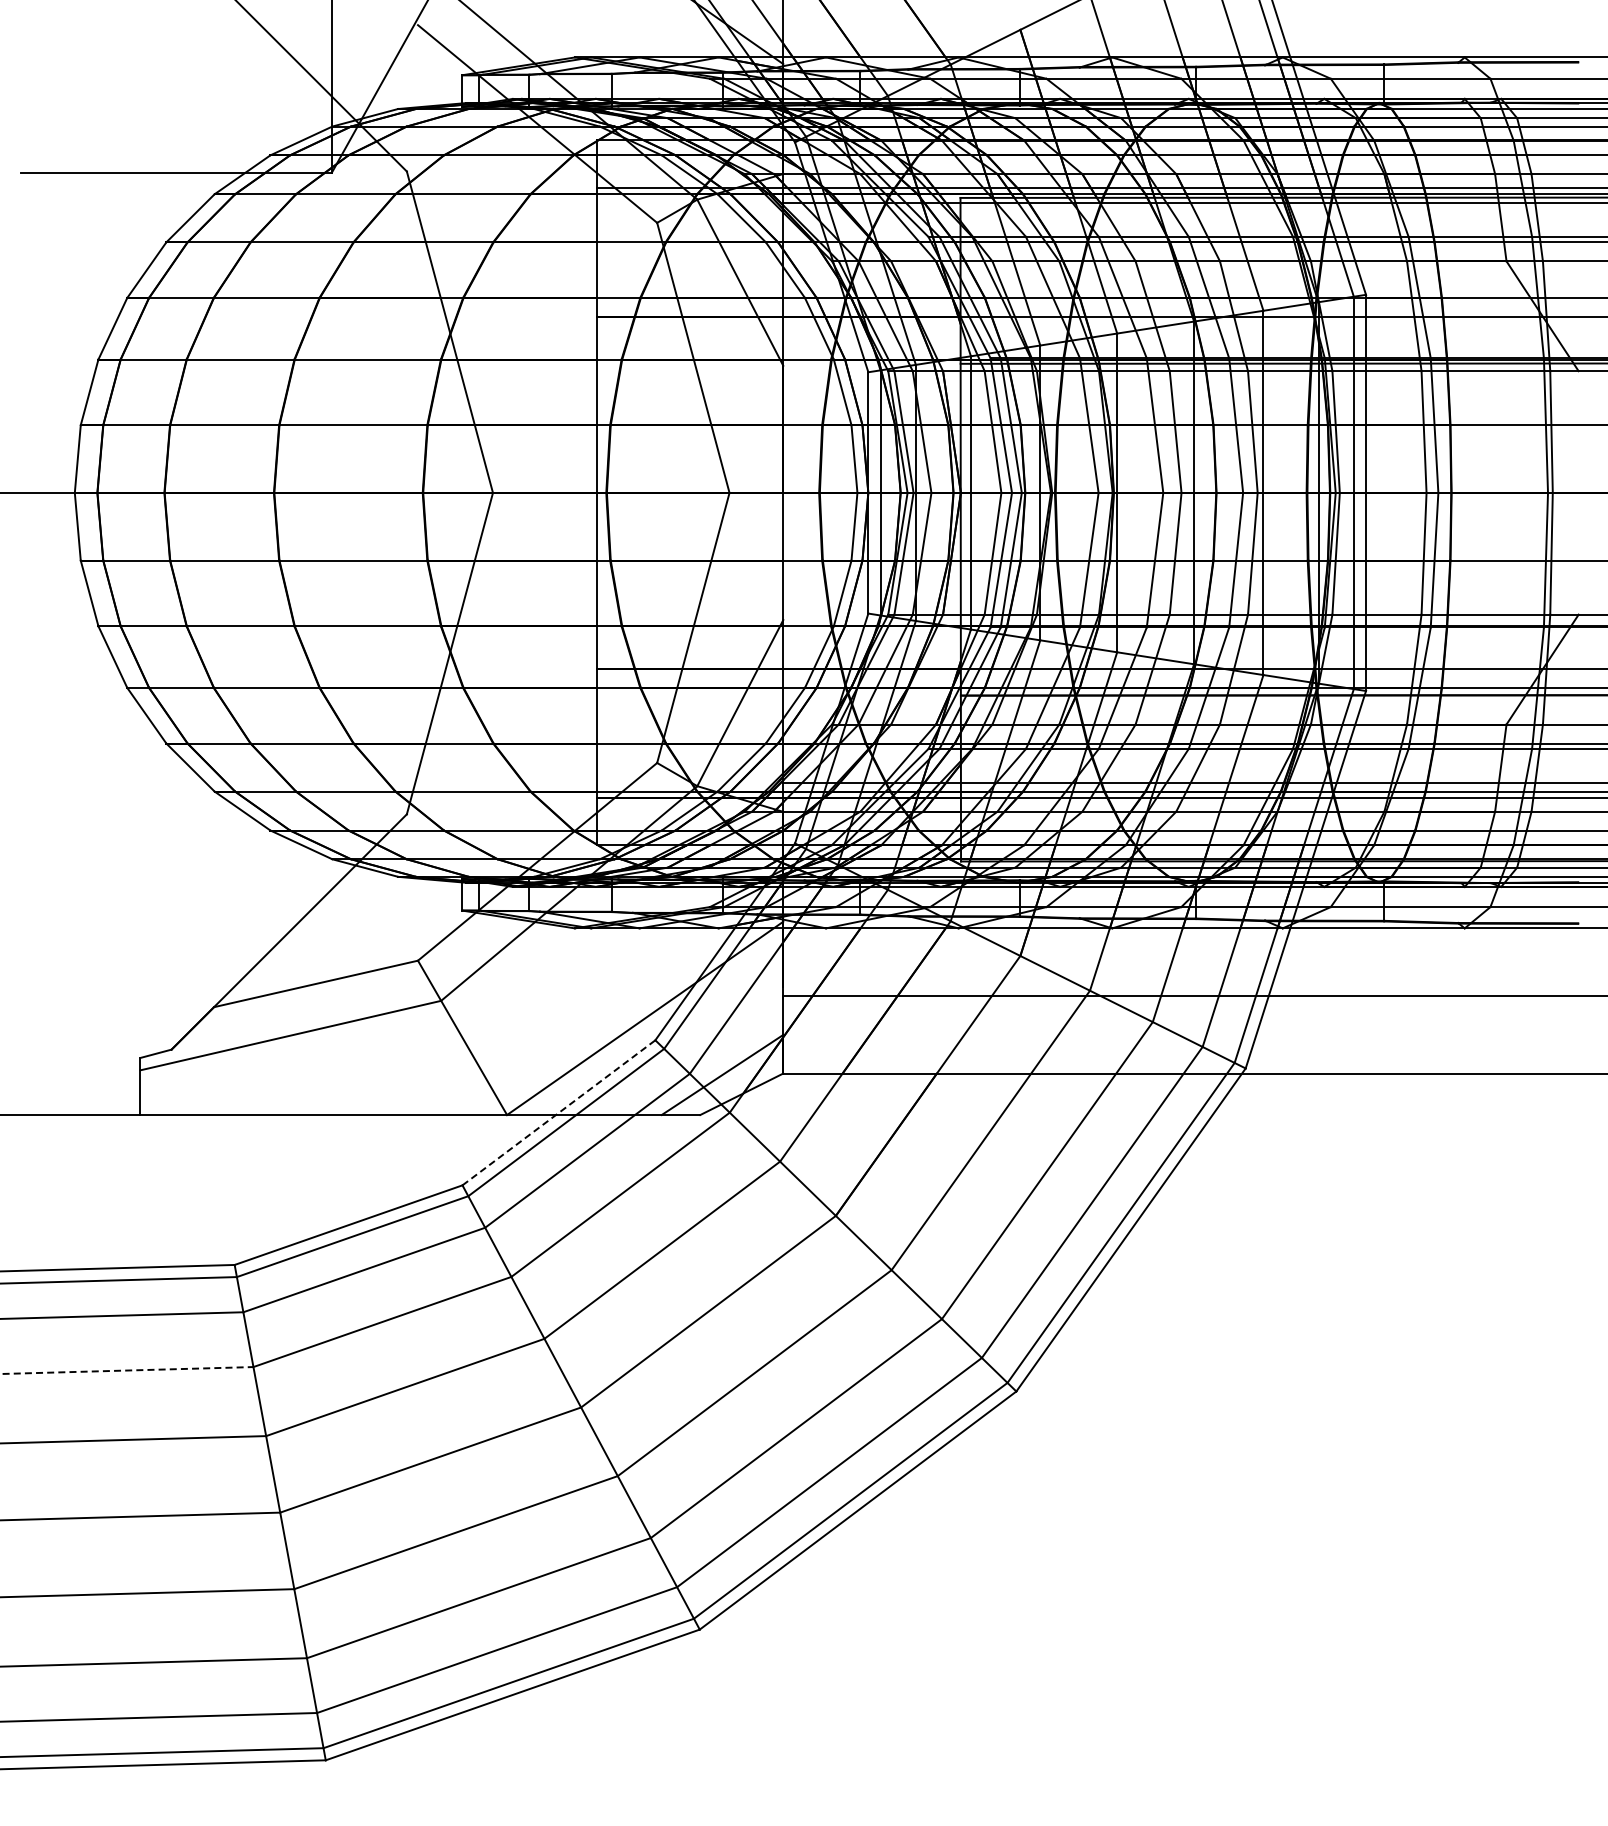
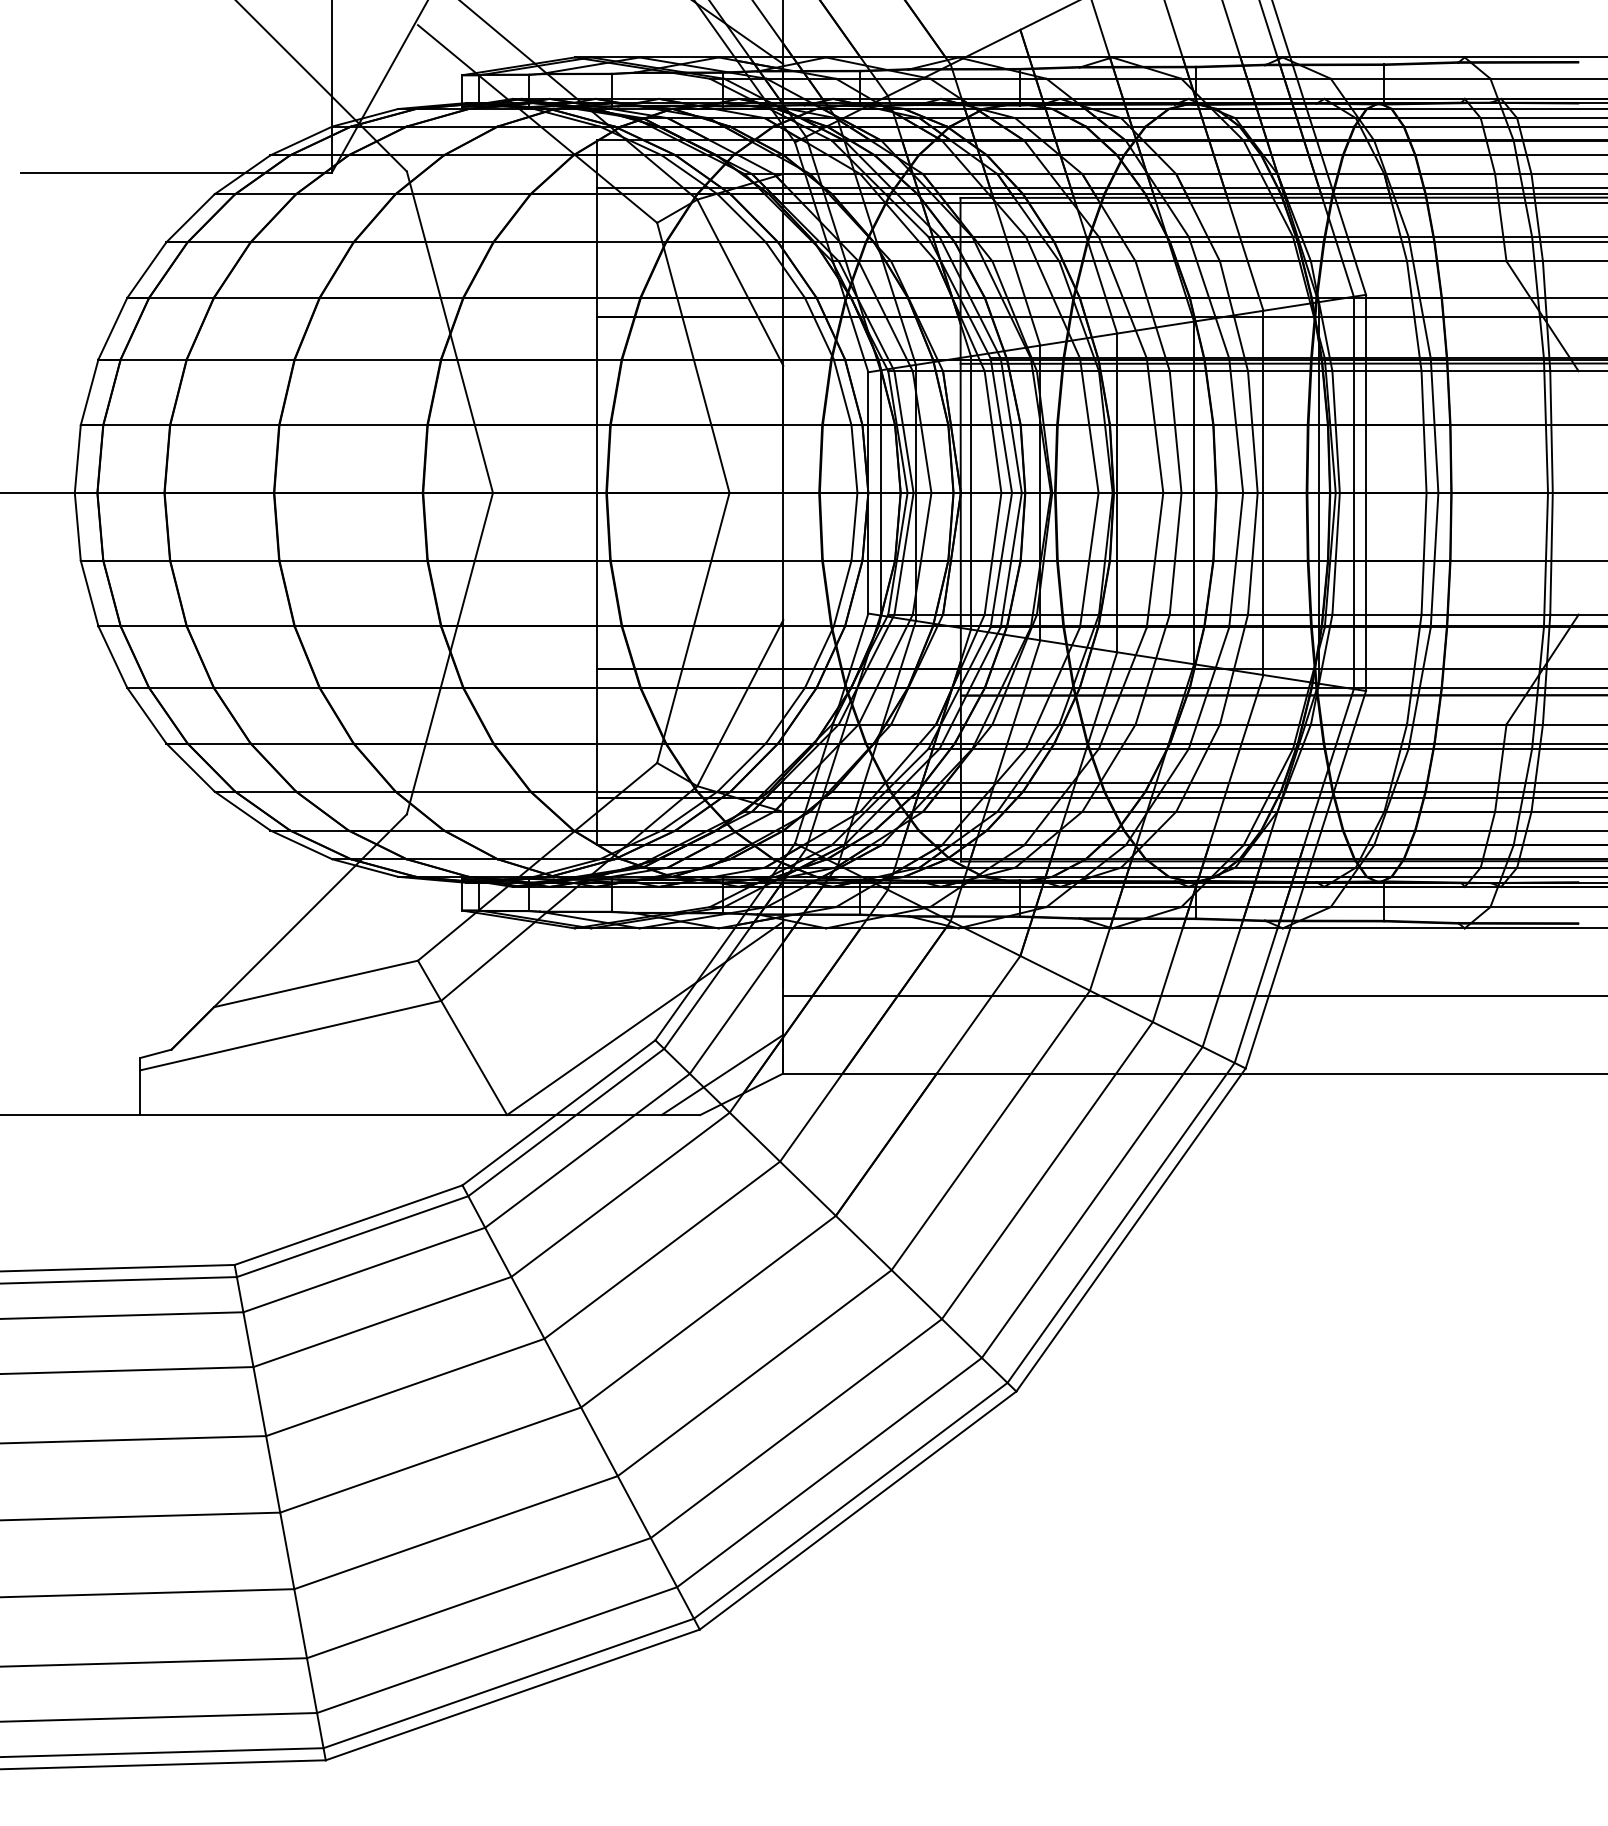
line at (558, 1112): dashed -> solid
line at (126, 1370): dashed -> solid
